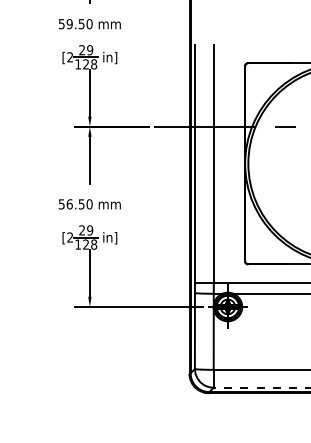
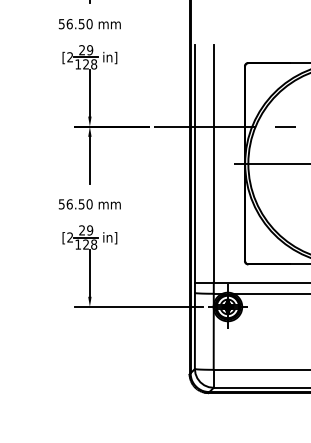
text at (69, 24): 59.50 -> 56.50
line at (270, 163): none -> present
line at (261, 387): dashed -> solid
